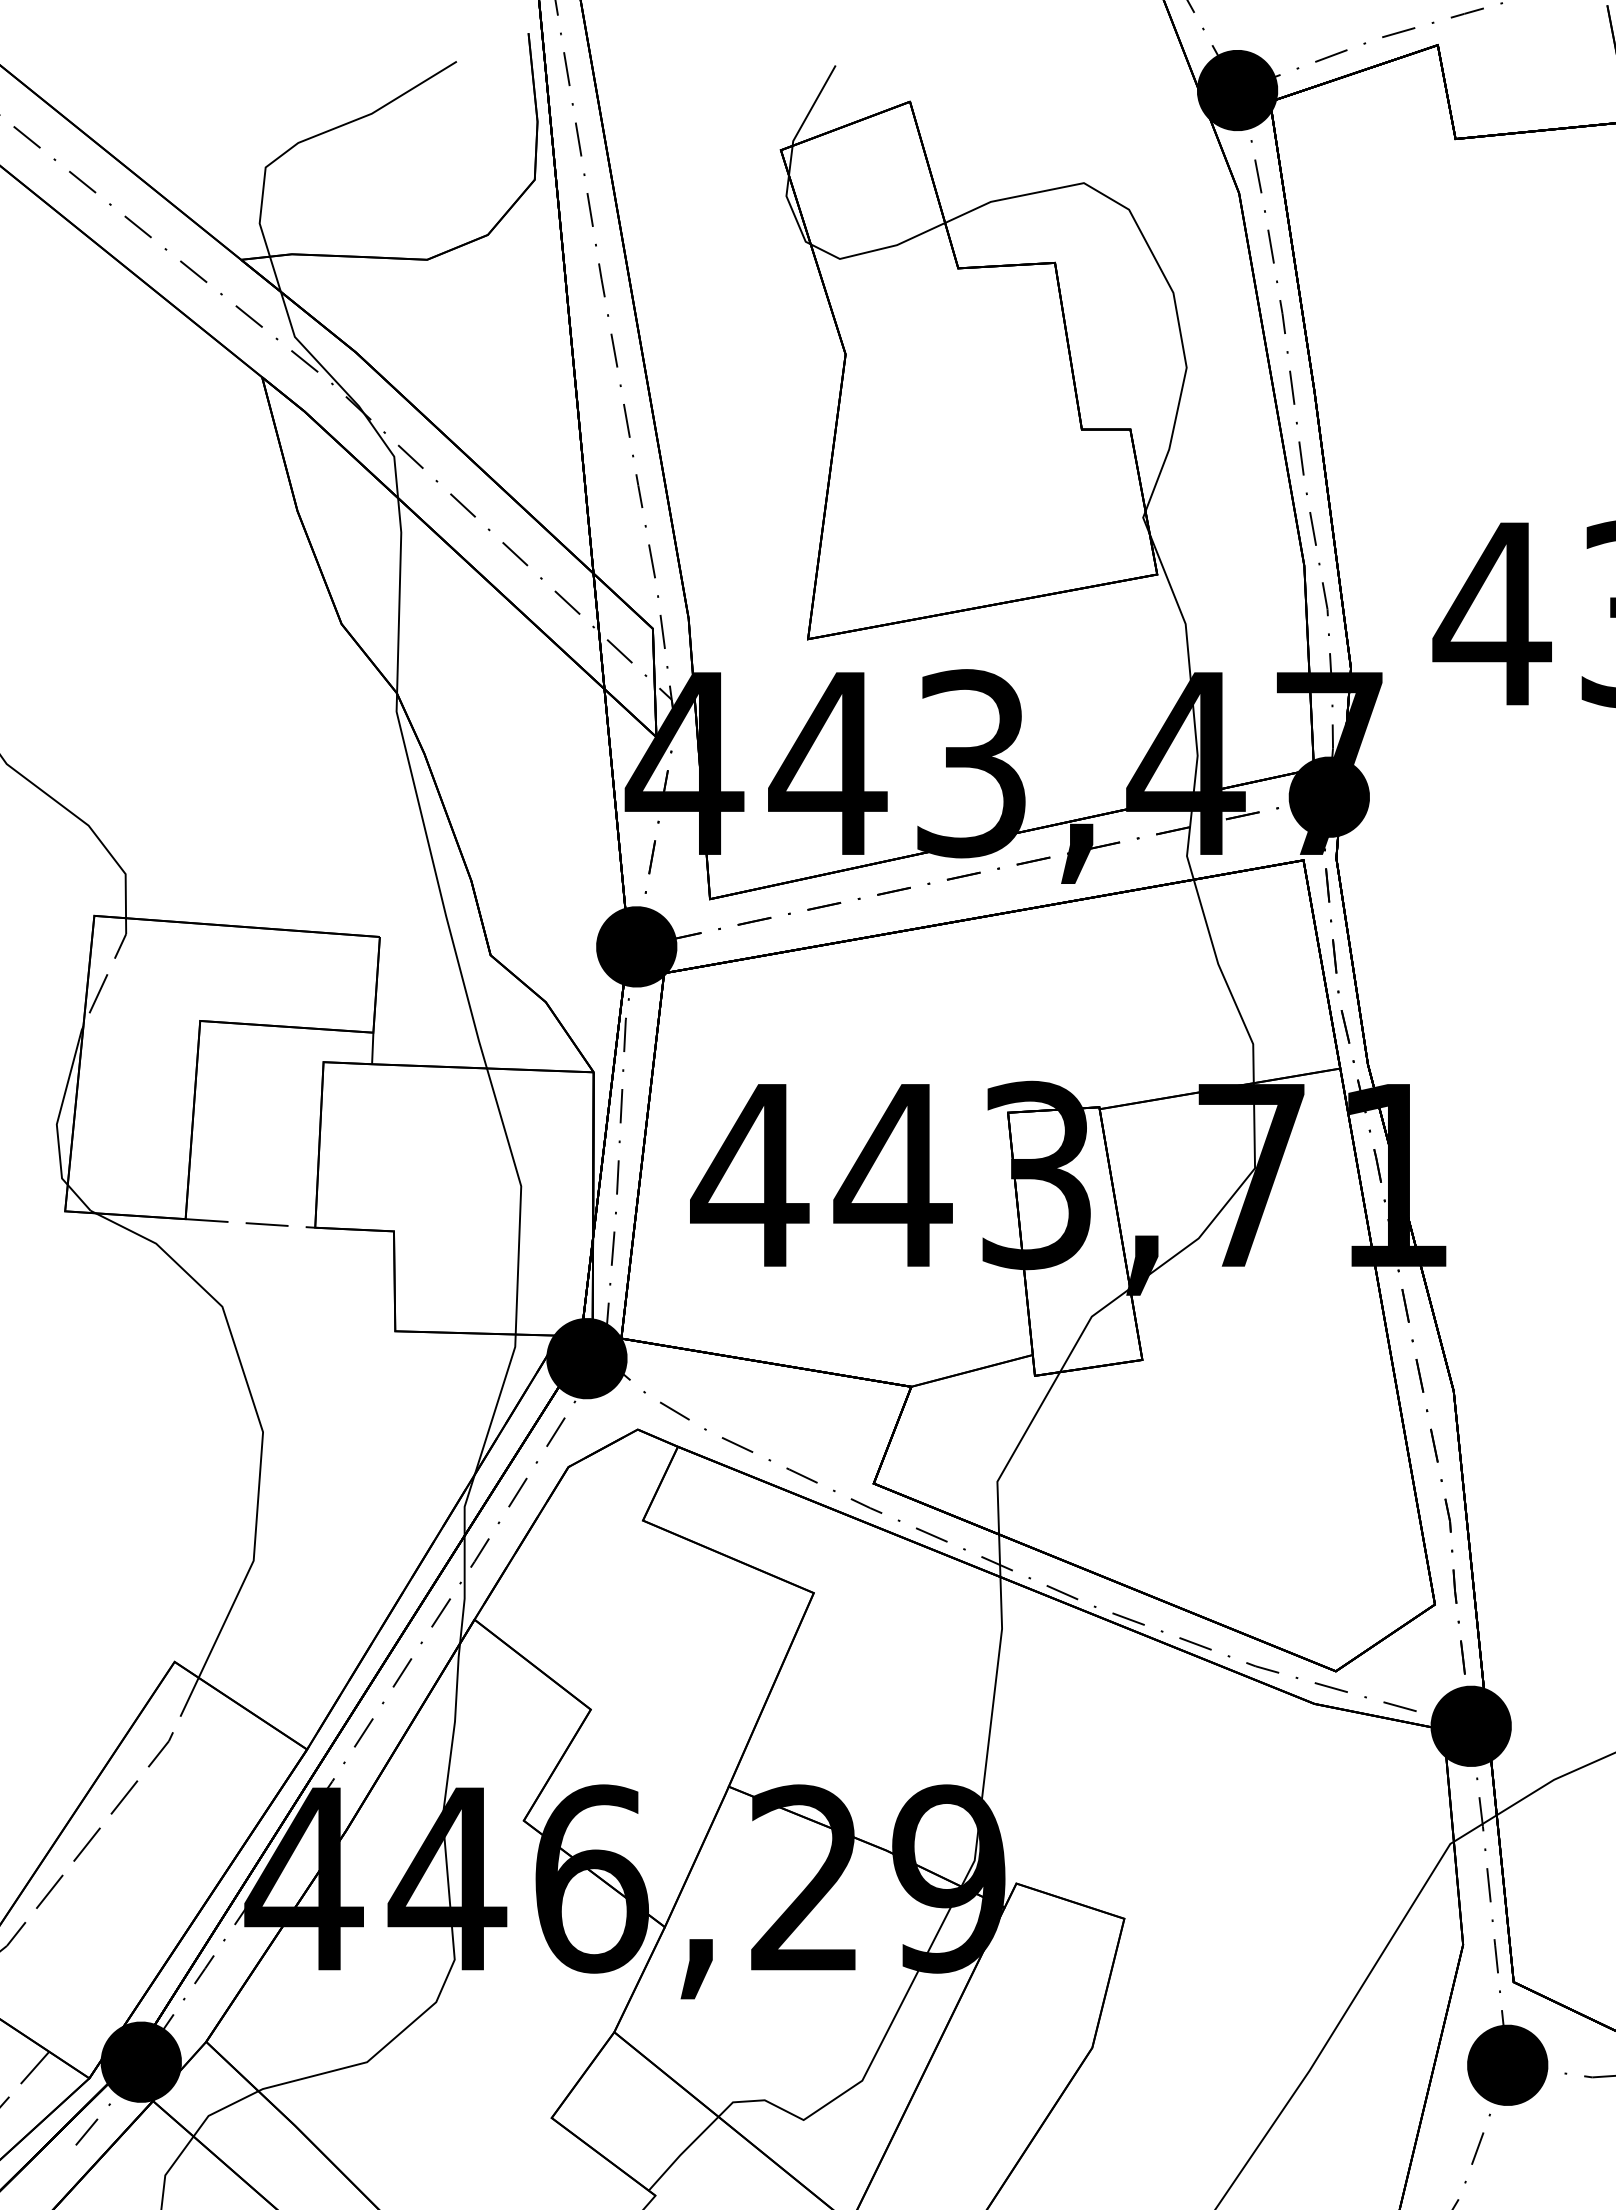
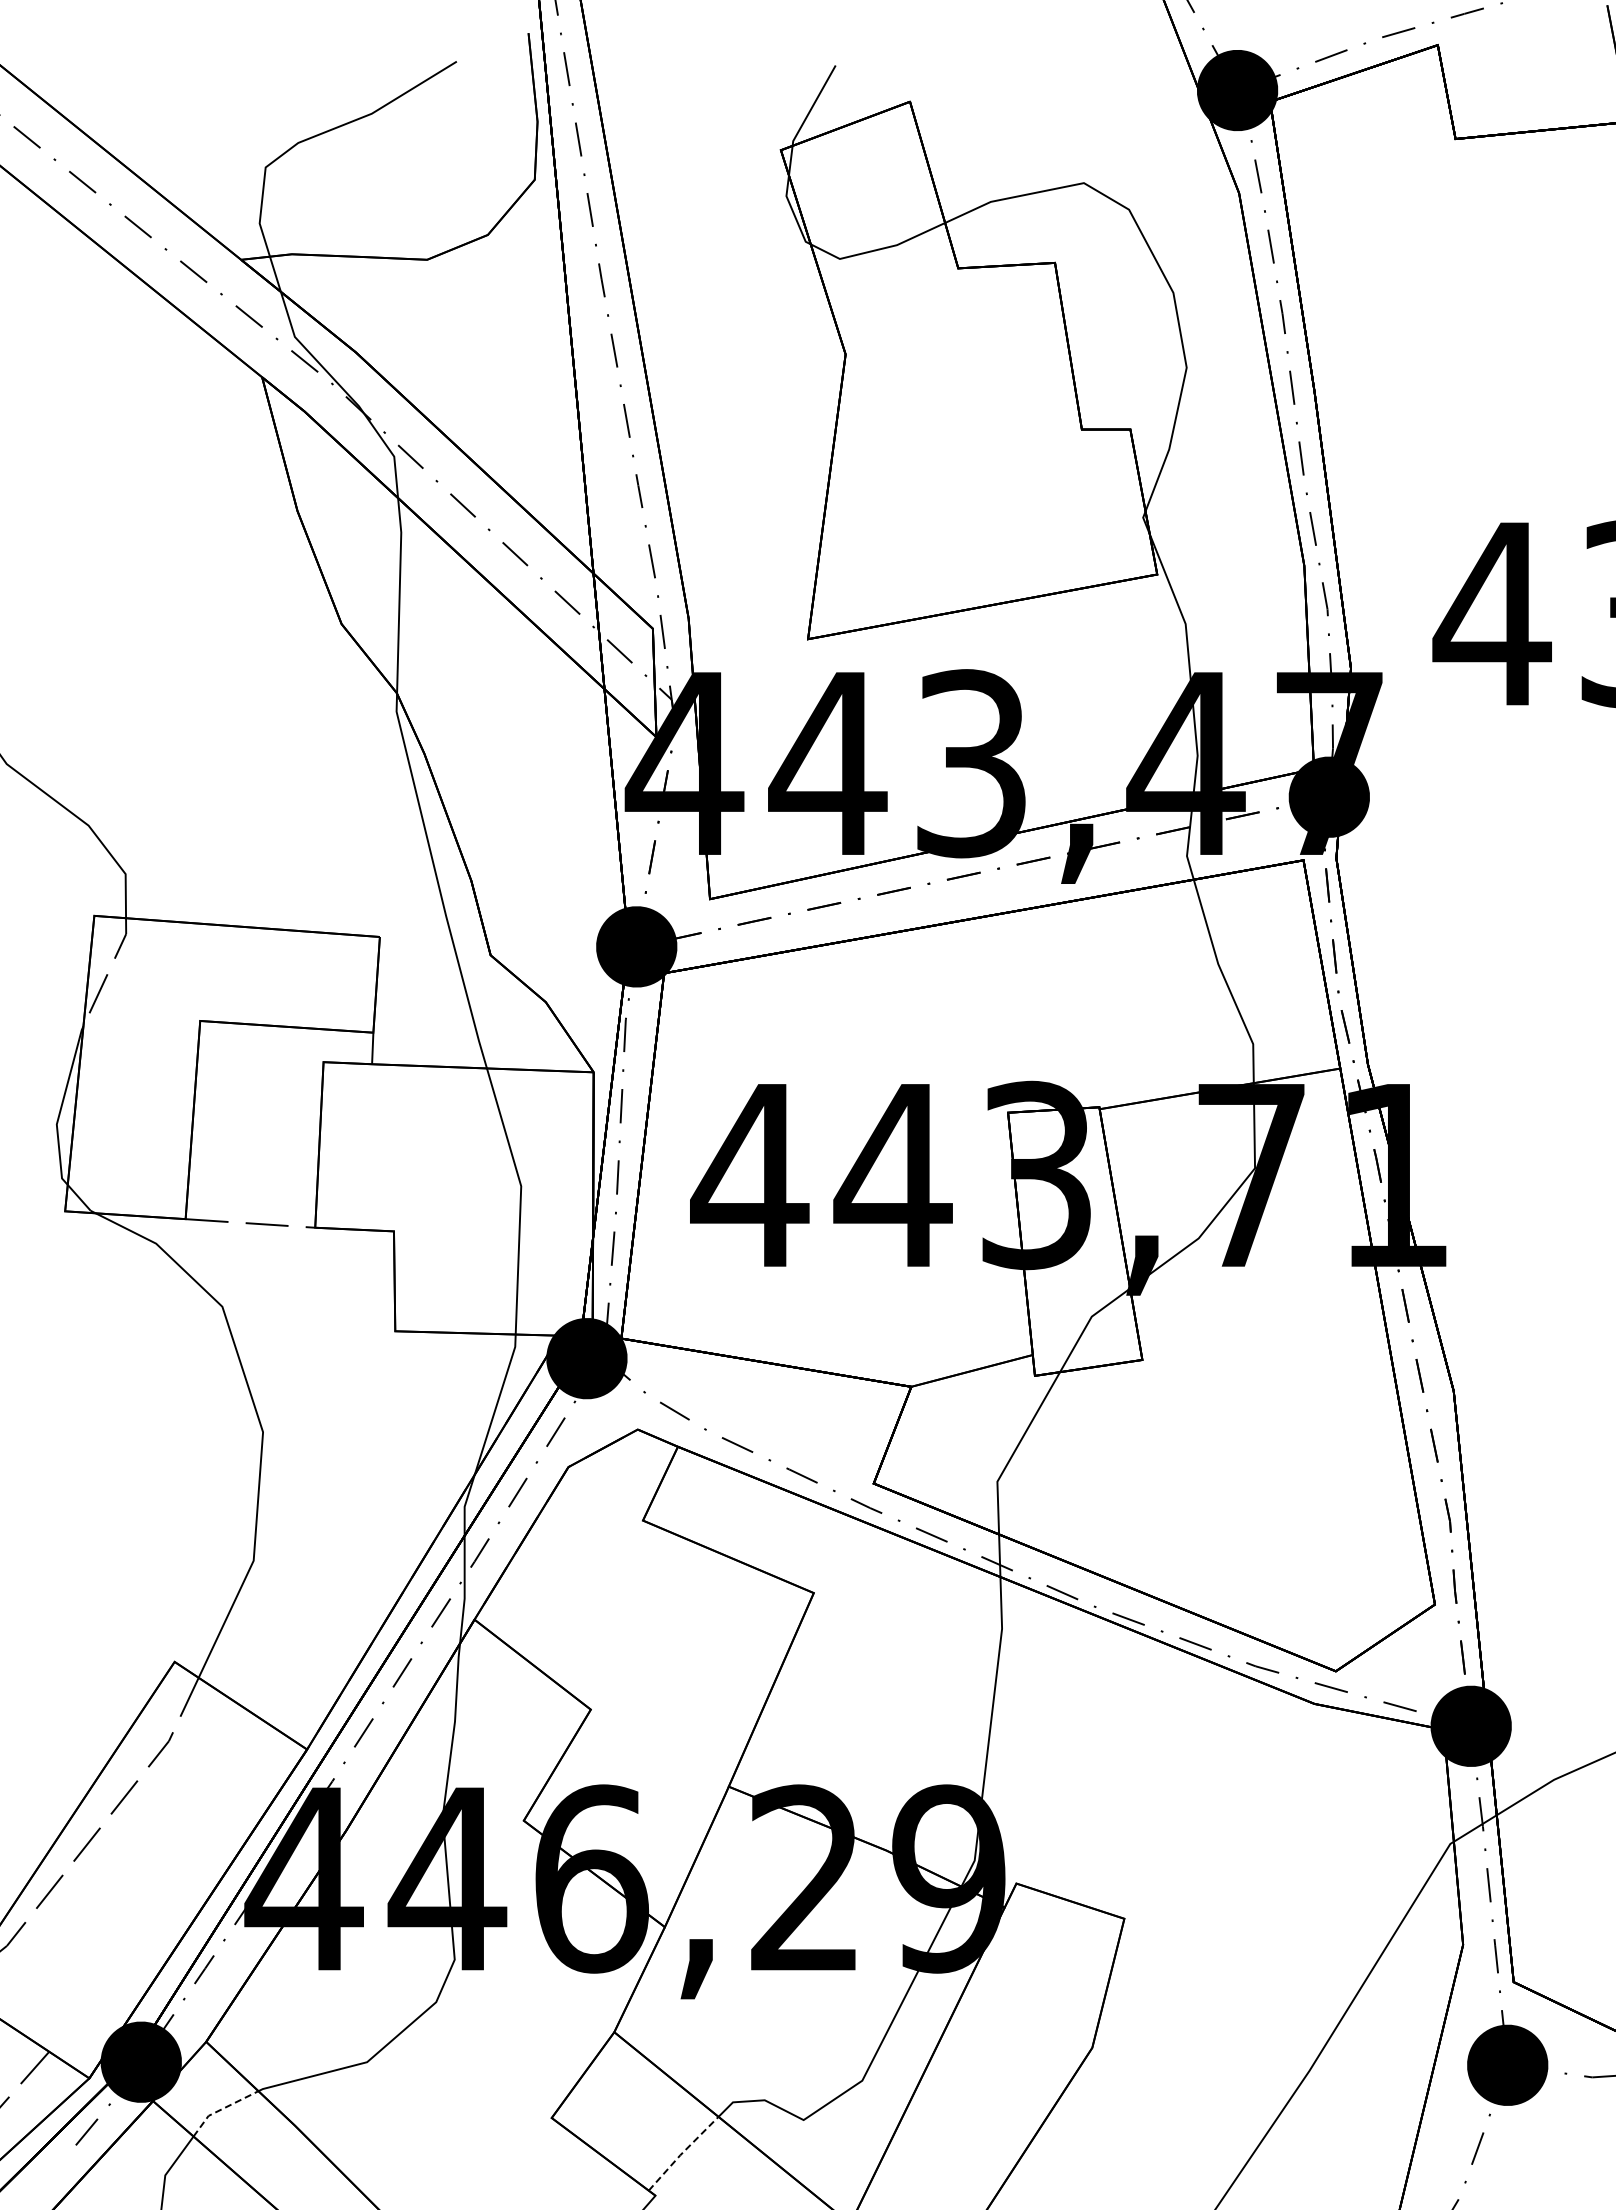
line at (221, 2109): solid -> dashed
line at (682, 2153): solid -> dashed
